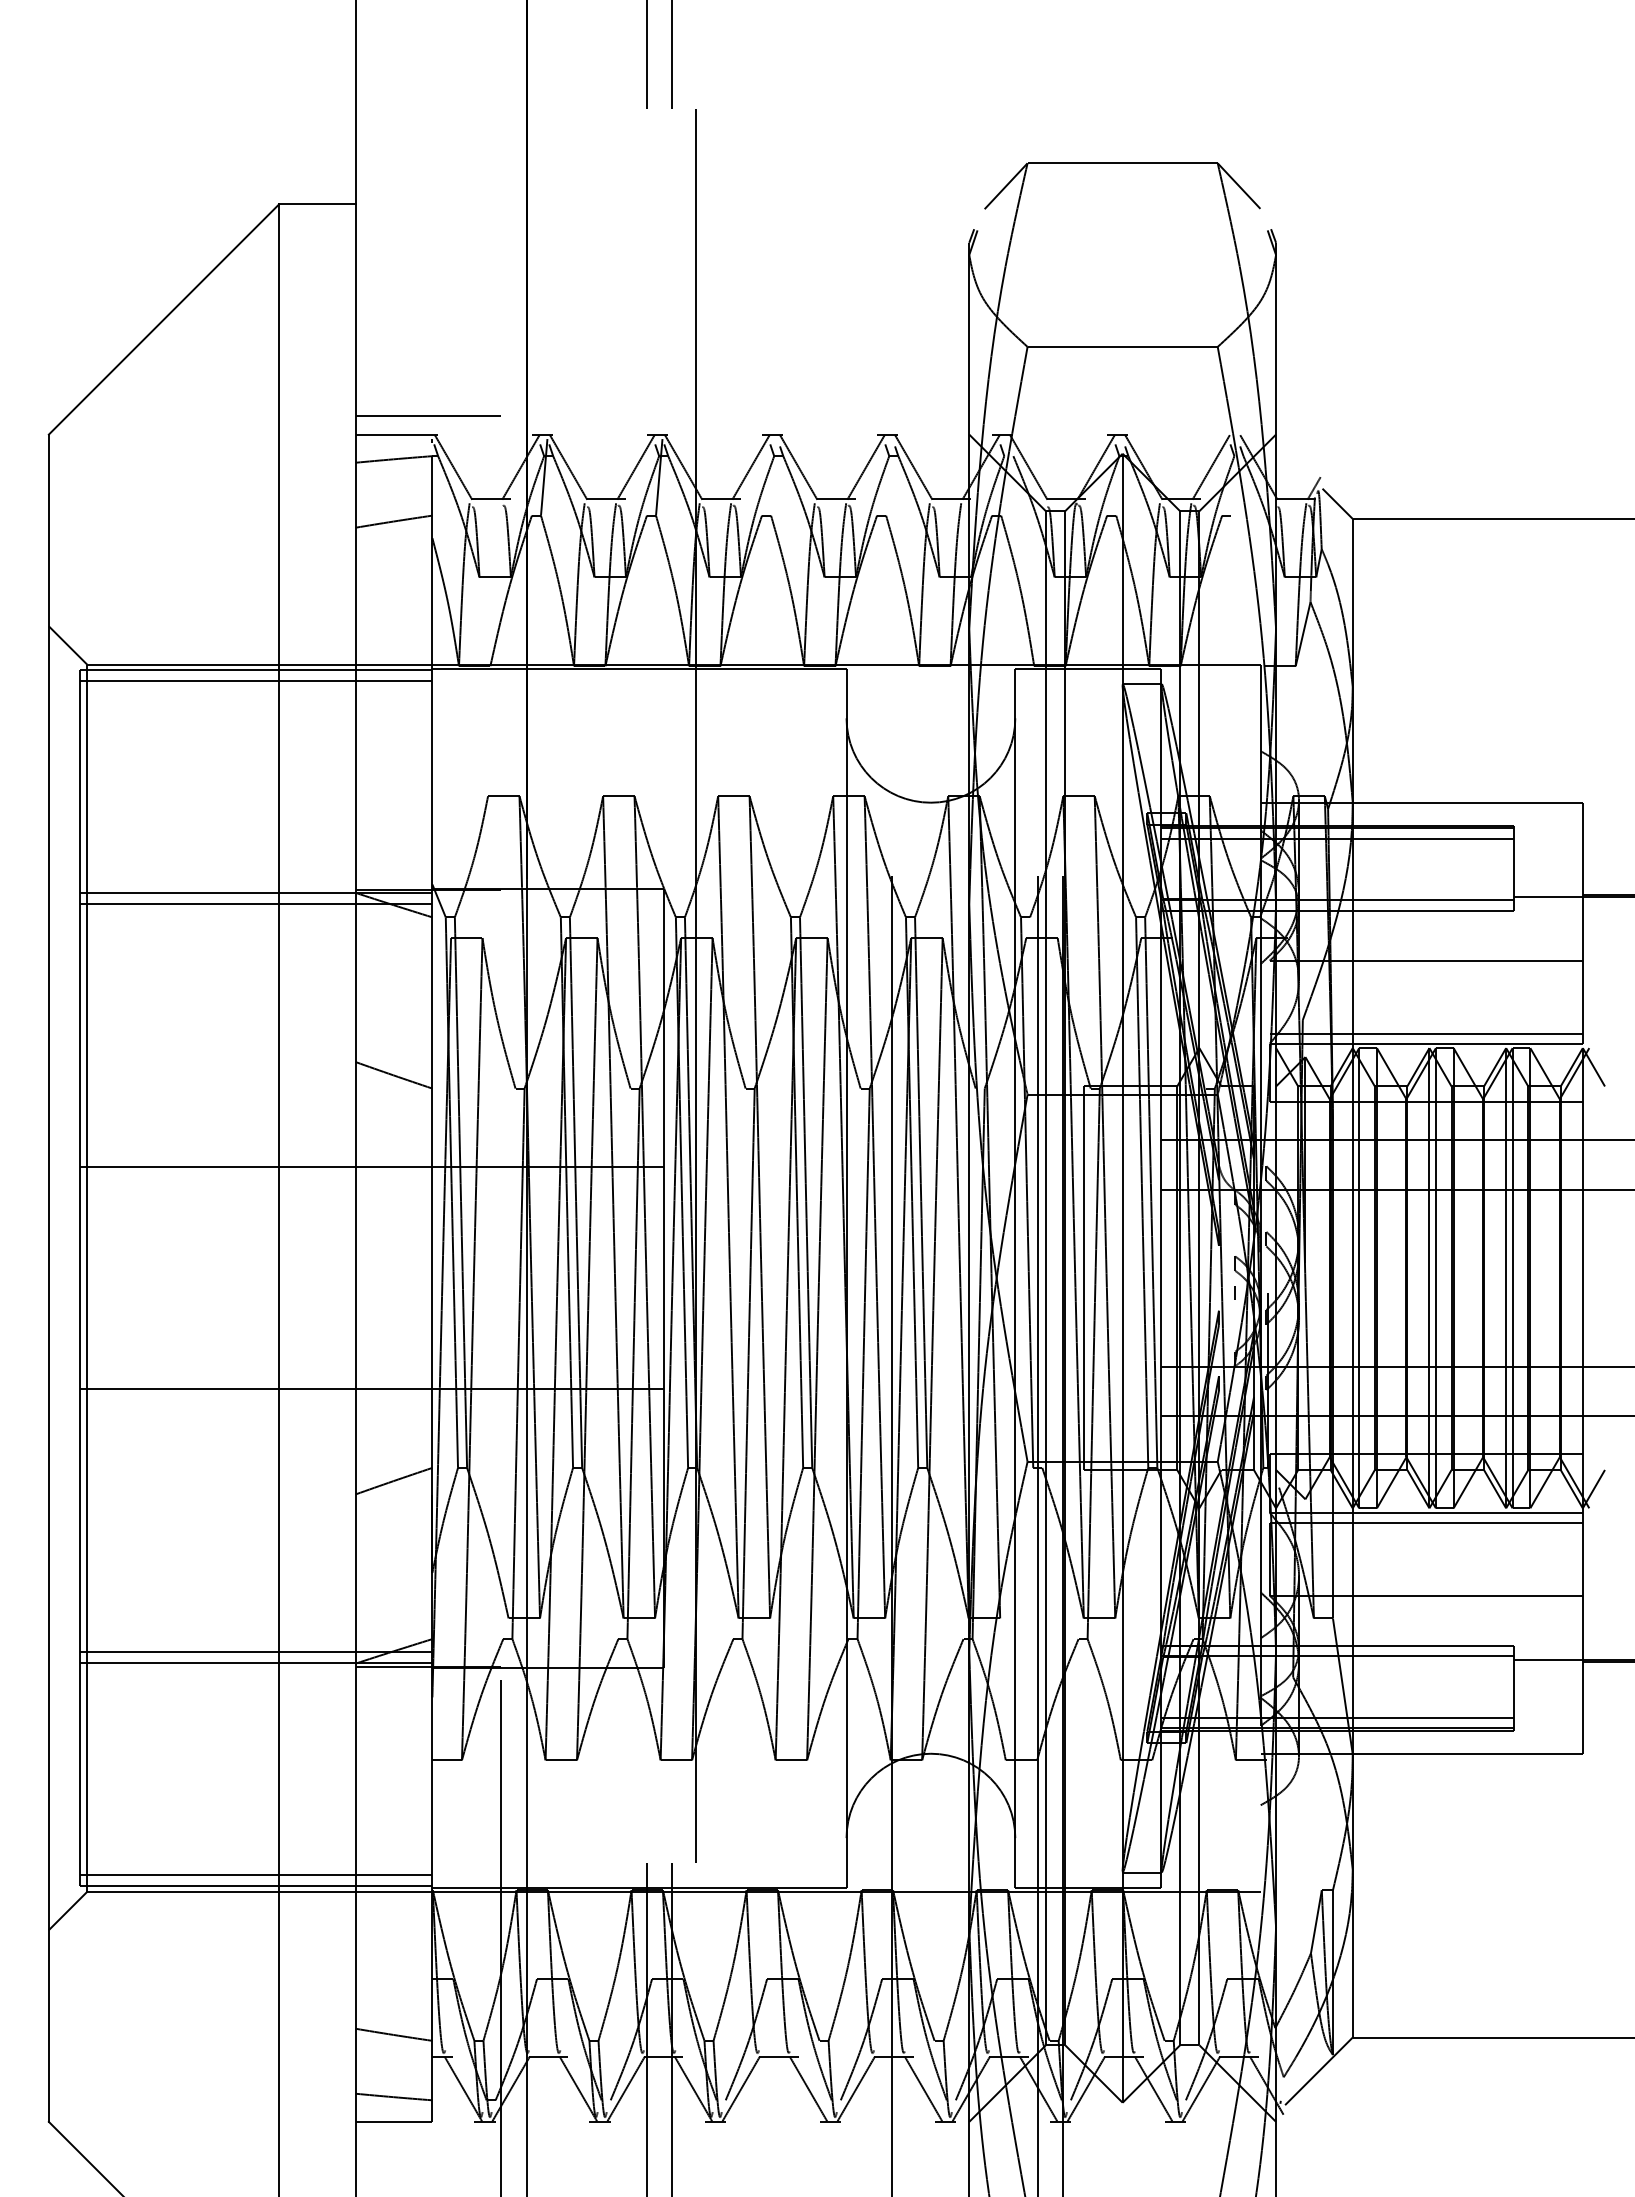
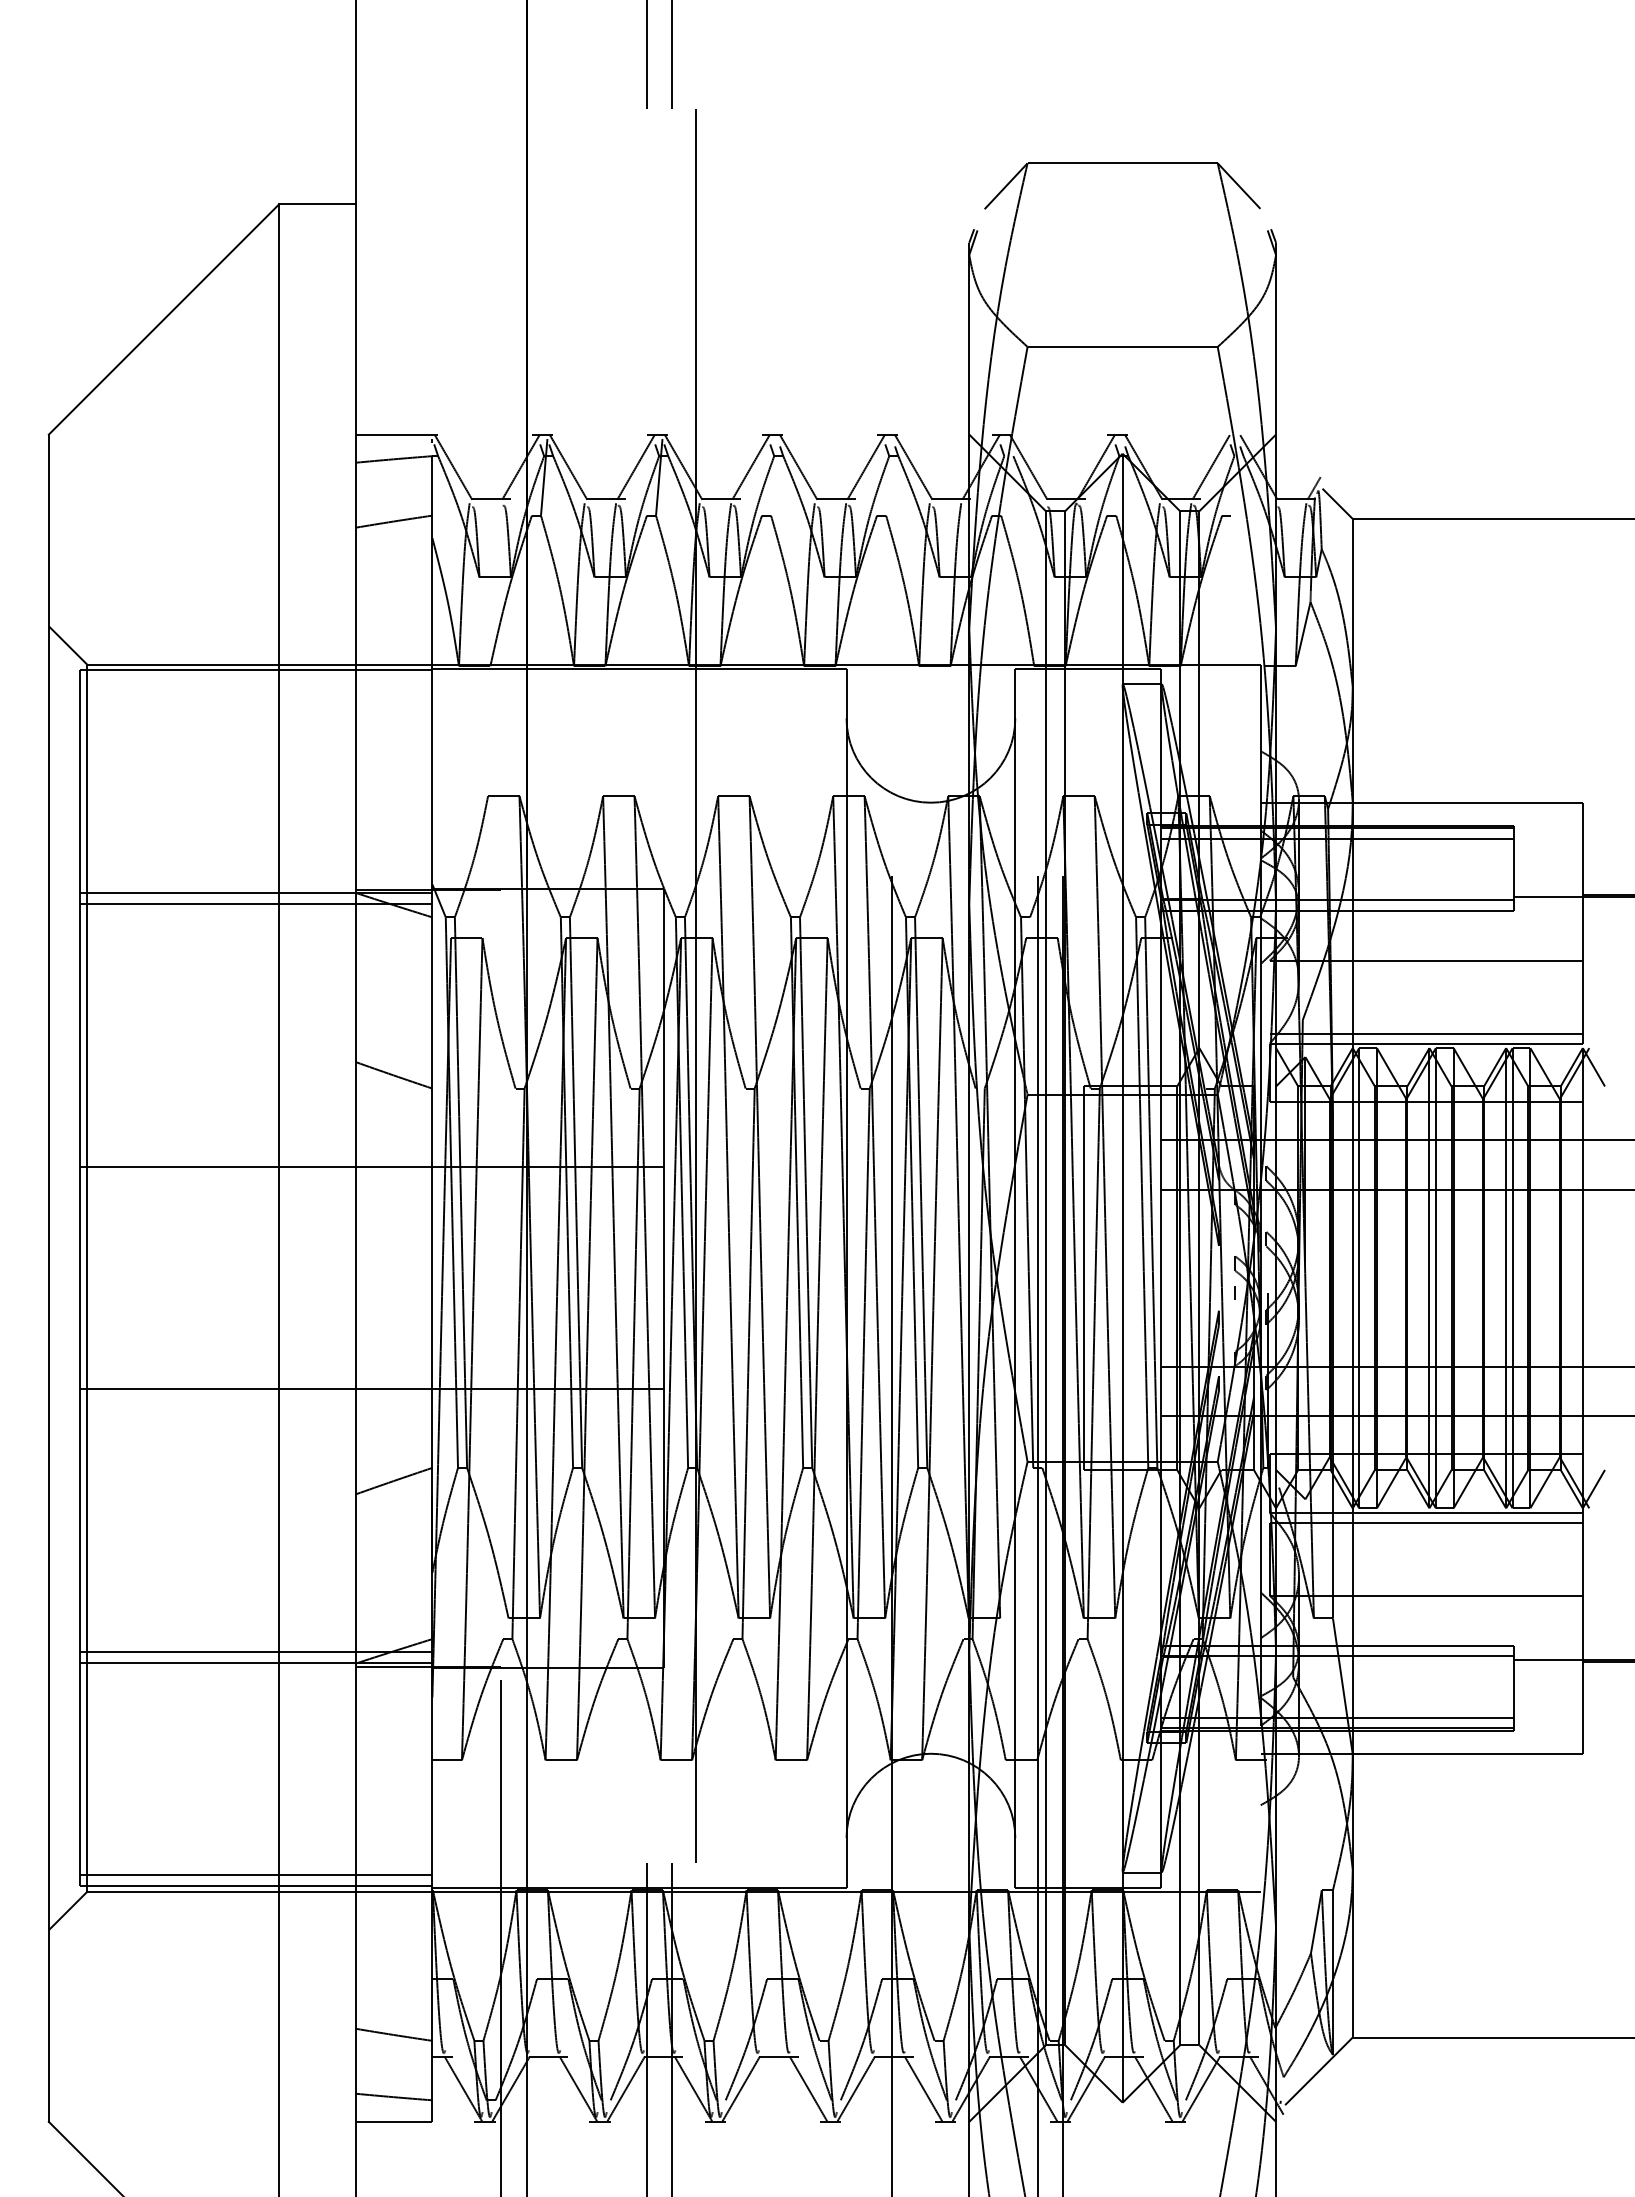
line at (428, 416): present -> none
line at (255, 681): present -> none
